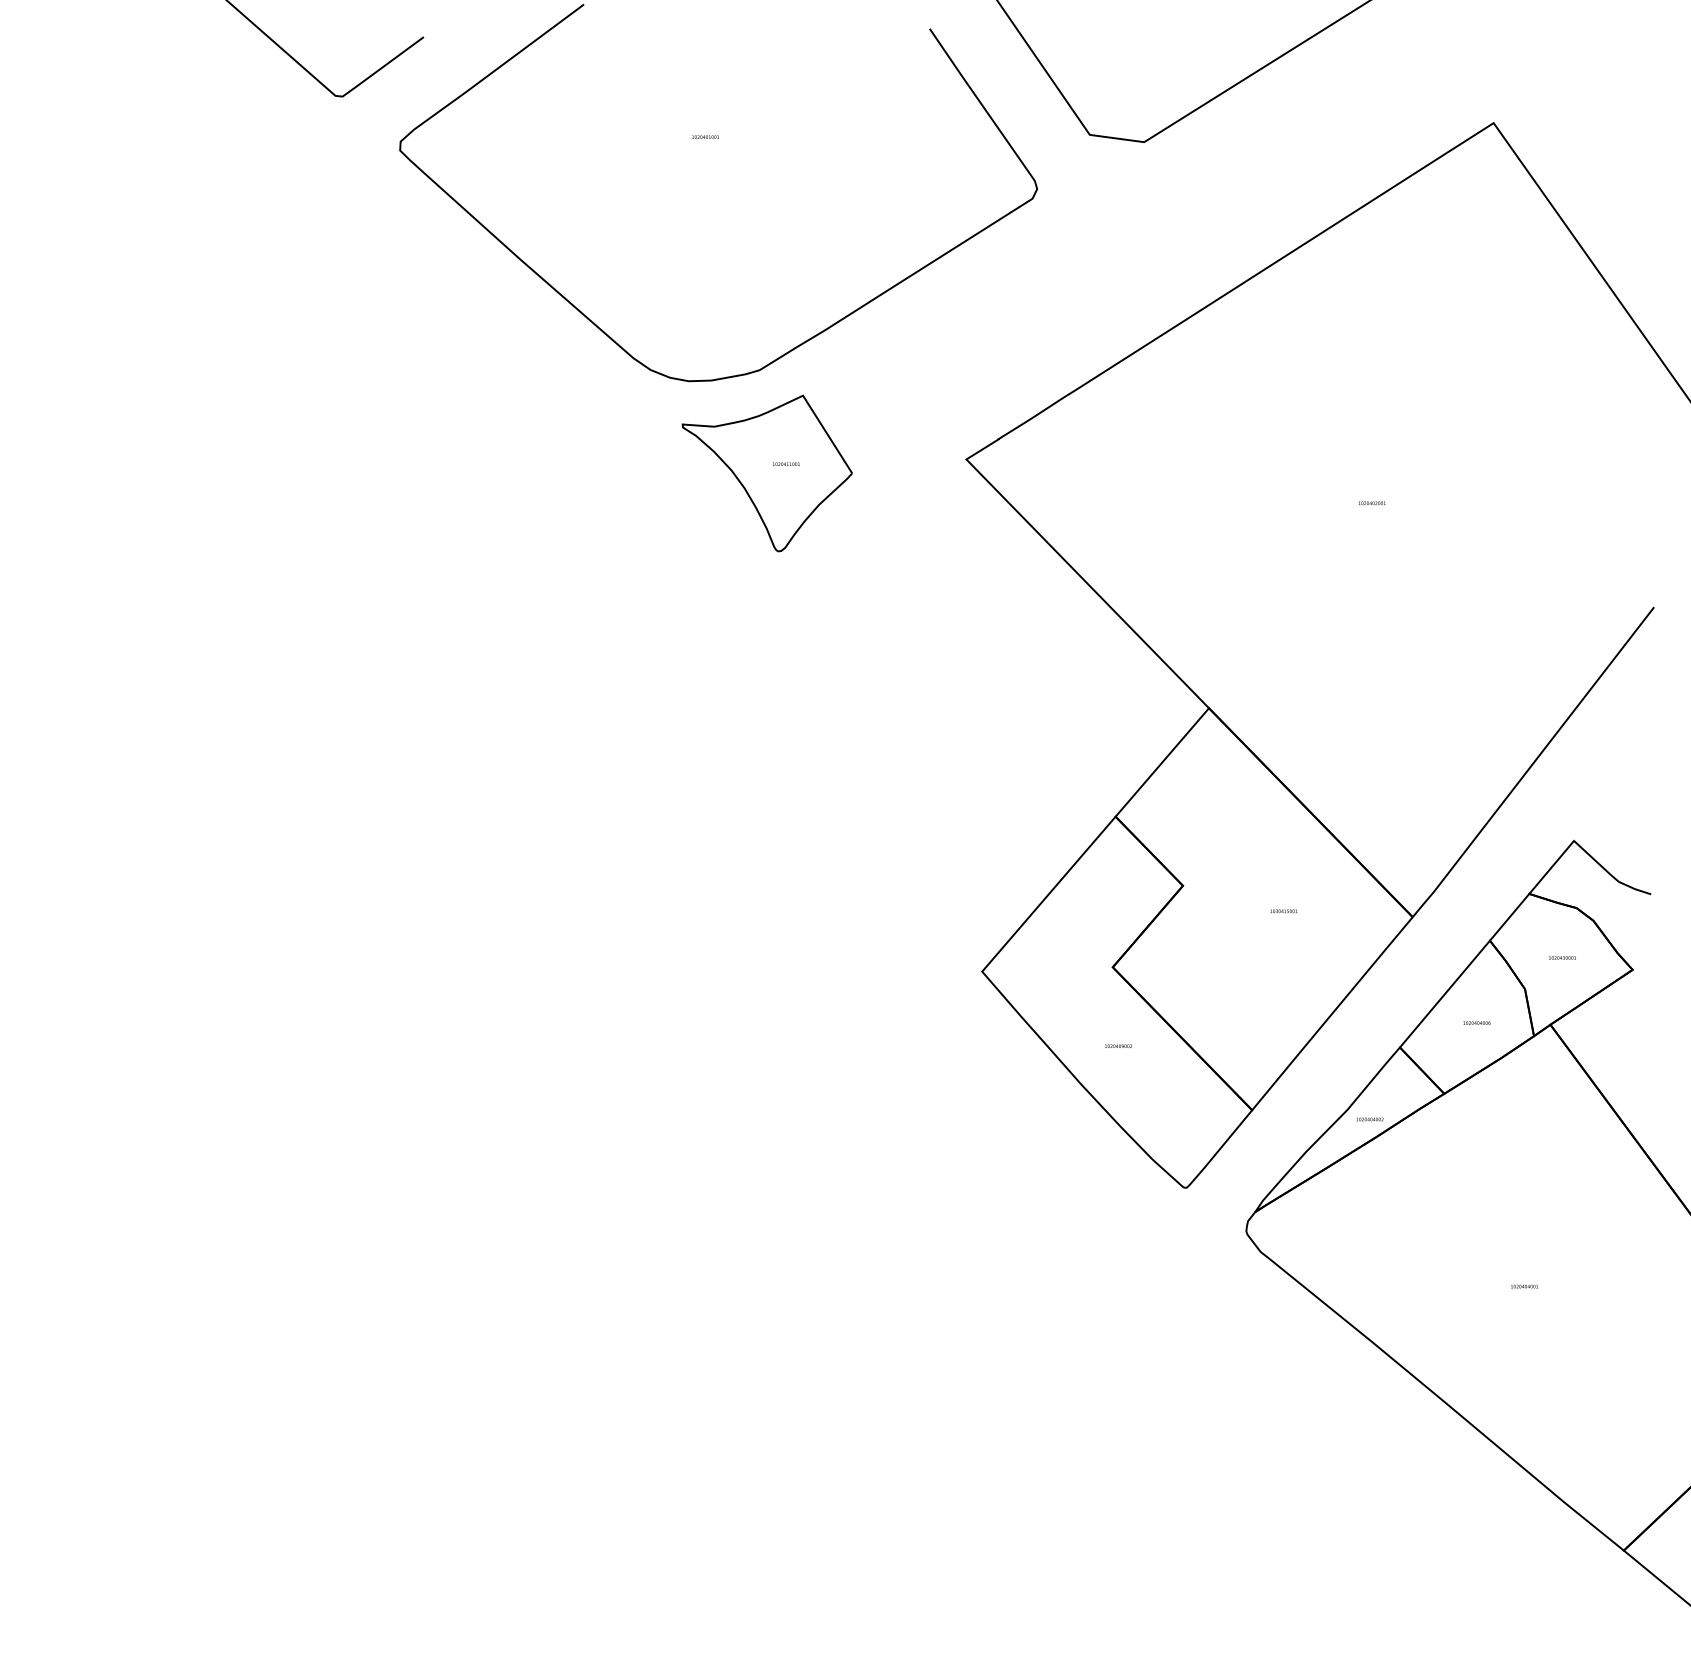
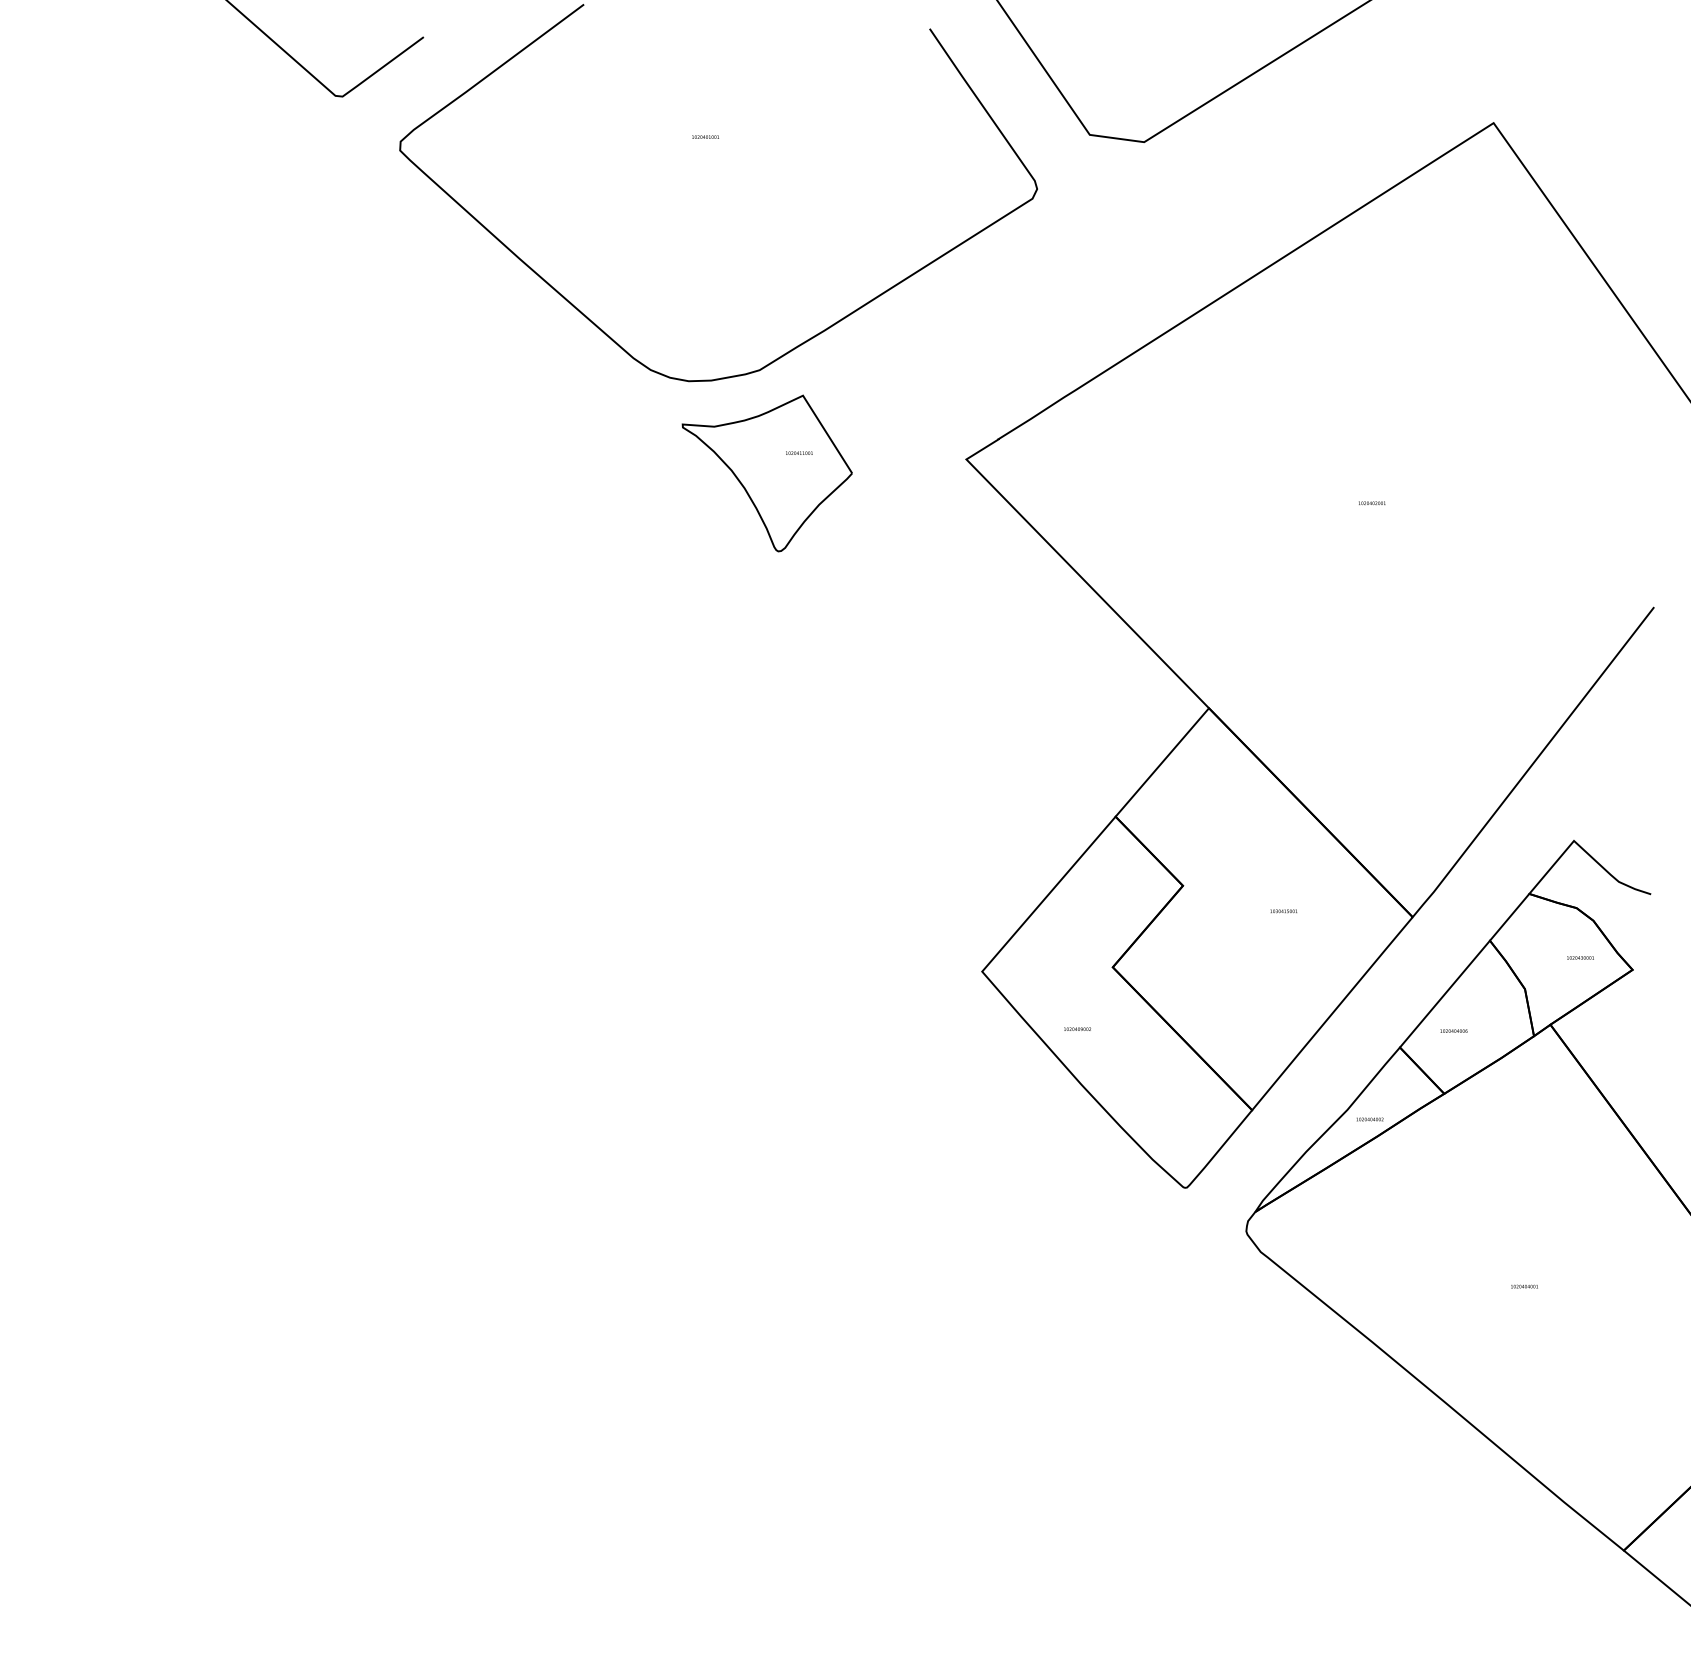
text at (786, 463) position: (786, 463) -> (799, 452)
text at (1562, 957) position: (1562, 957) -> (1580, 957)
text at (1476, 1022) position: (1476, 1022) -> (1453, 1030)
text at (1118, 1045) position: (1118, 1045) -> (1077, 1028)
